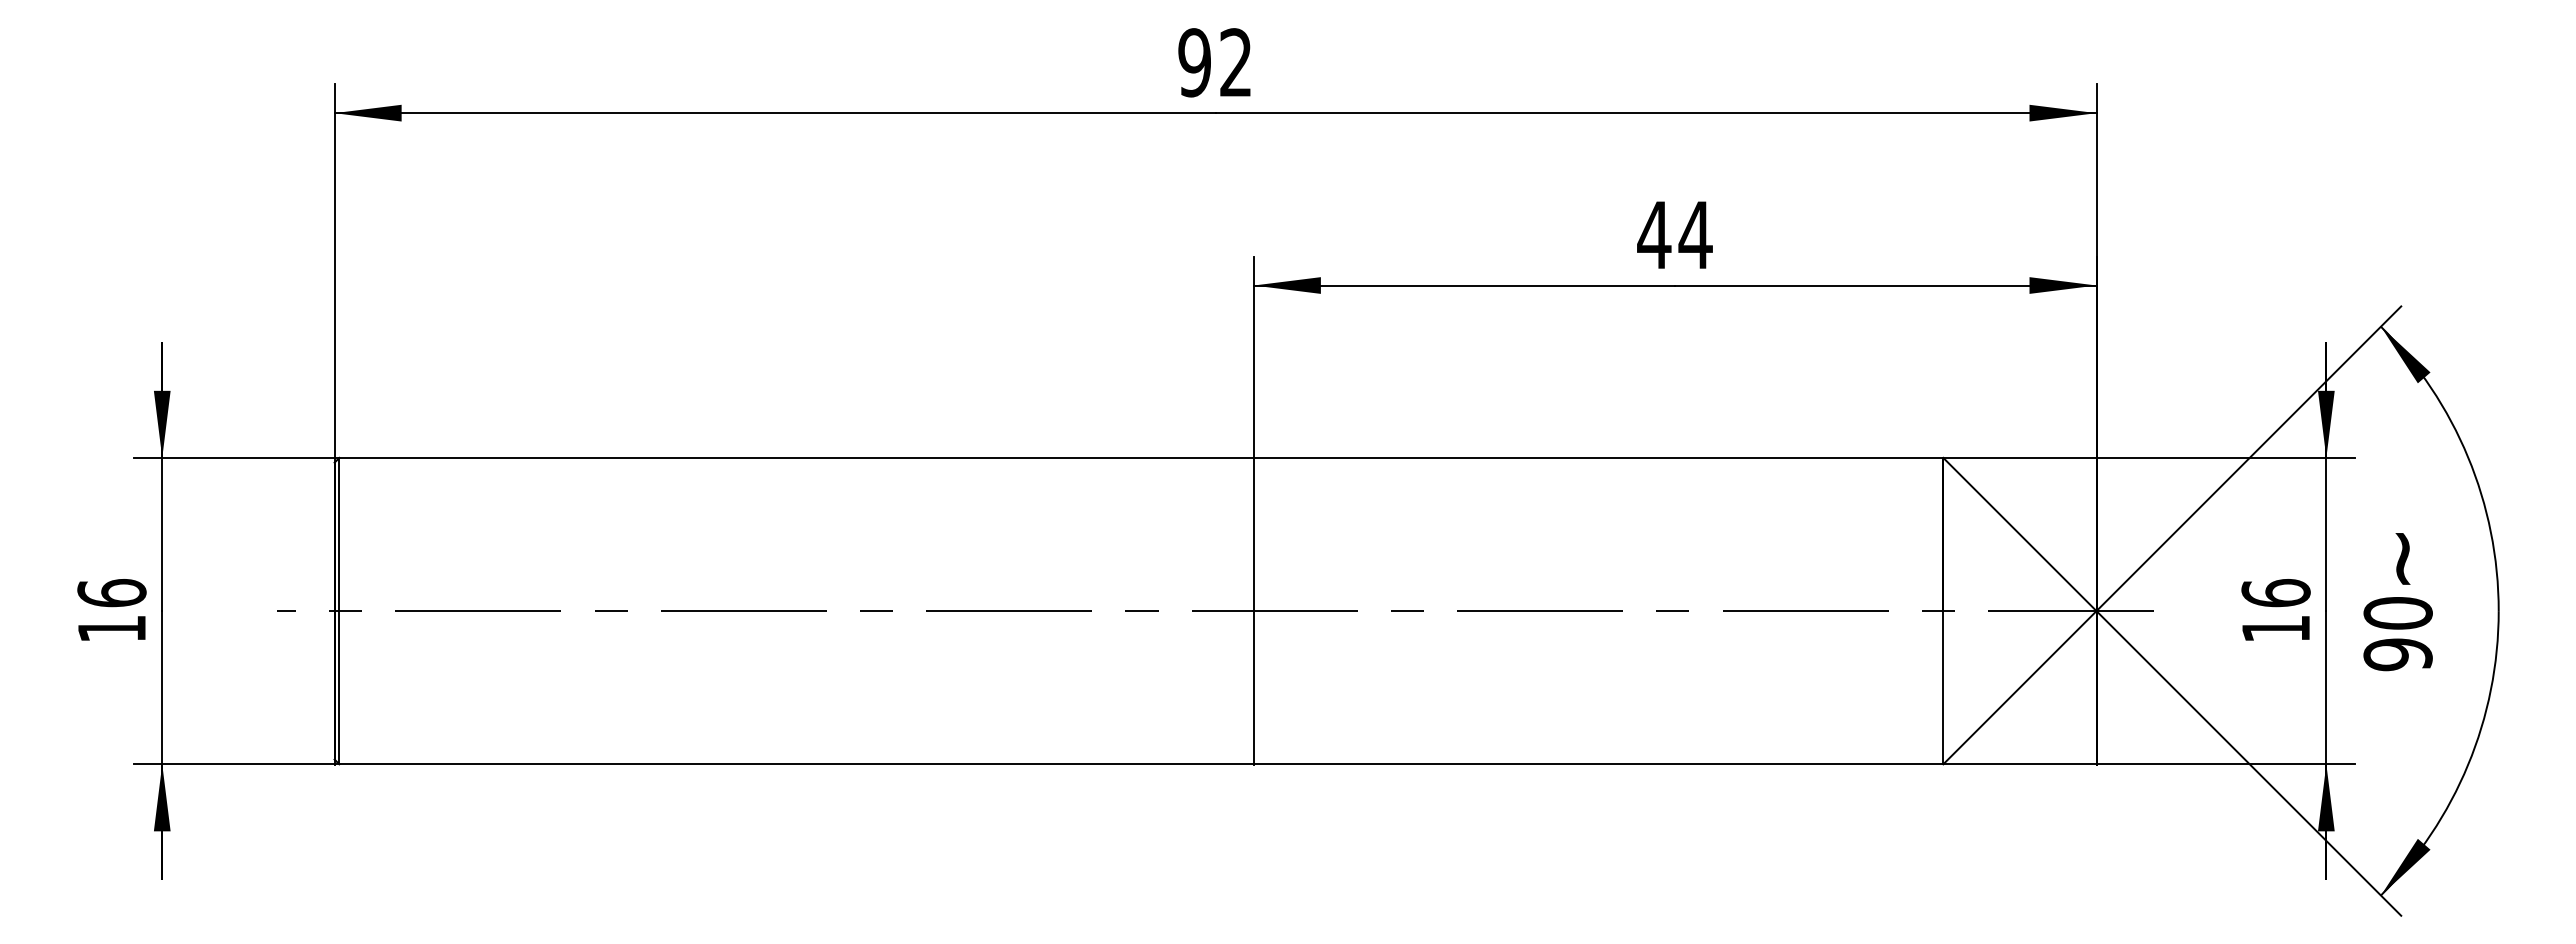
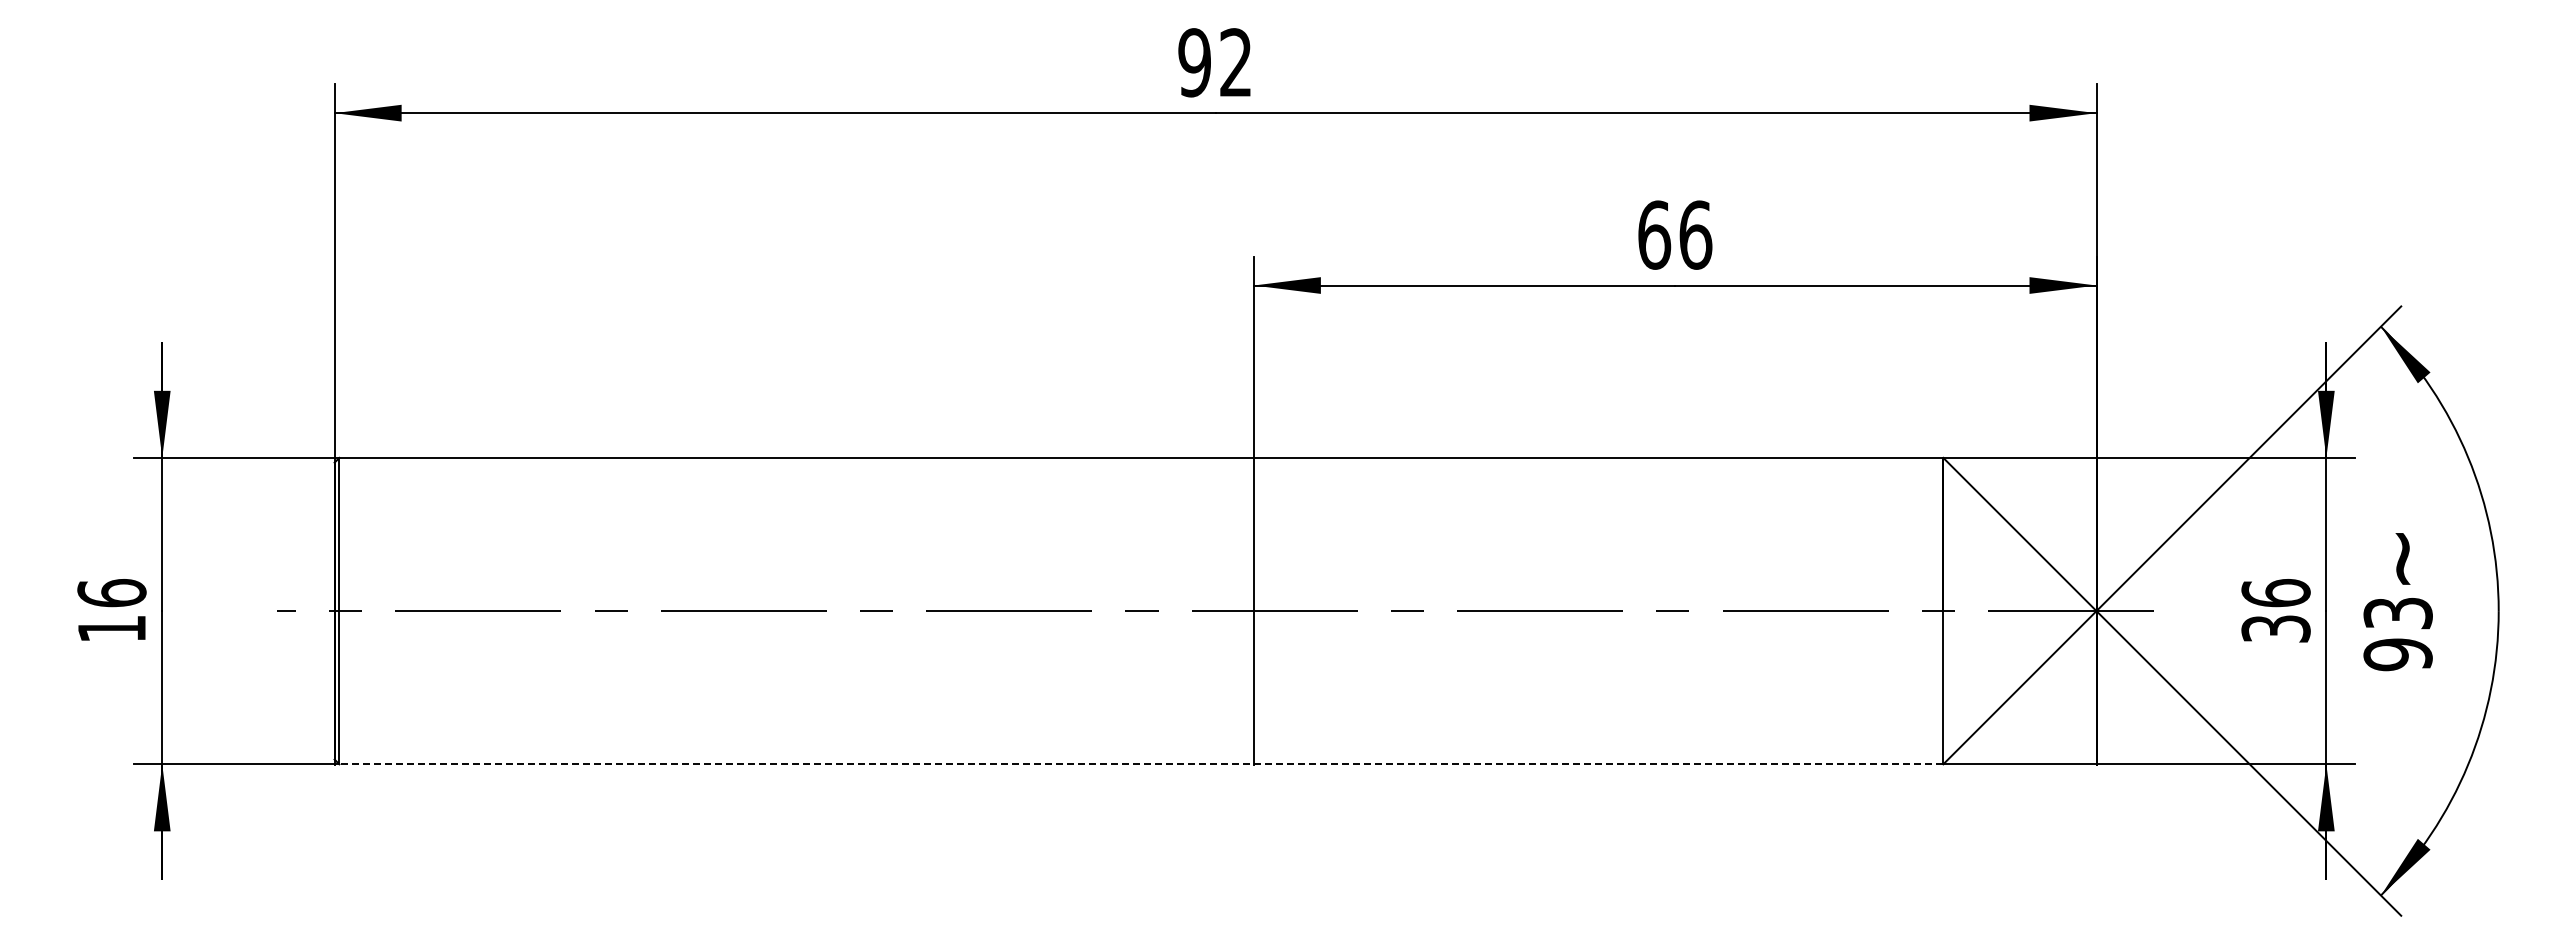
text at (1674, 234): 44 -> 66
text at (2397, 613): 90 -> 93
text at (2275, 628): 16 -> 36
line at (1141, 764): solid -> dashed
